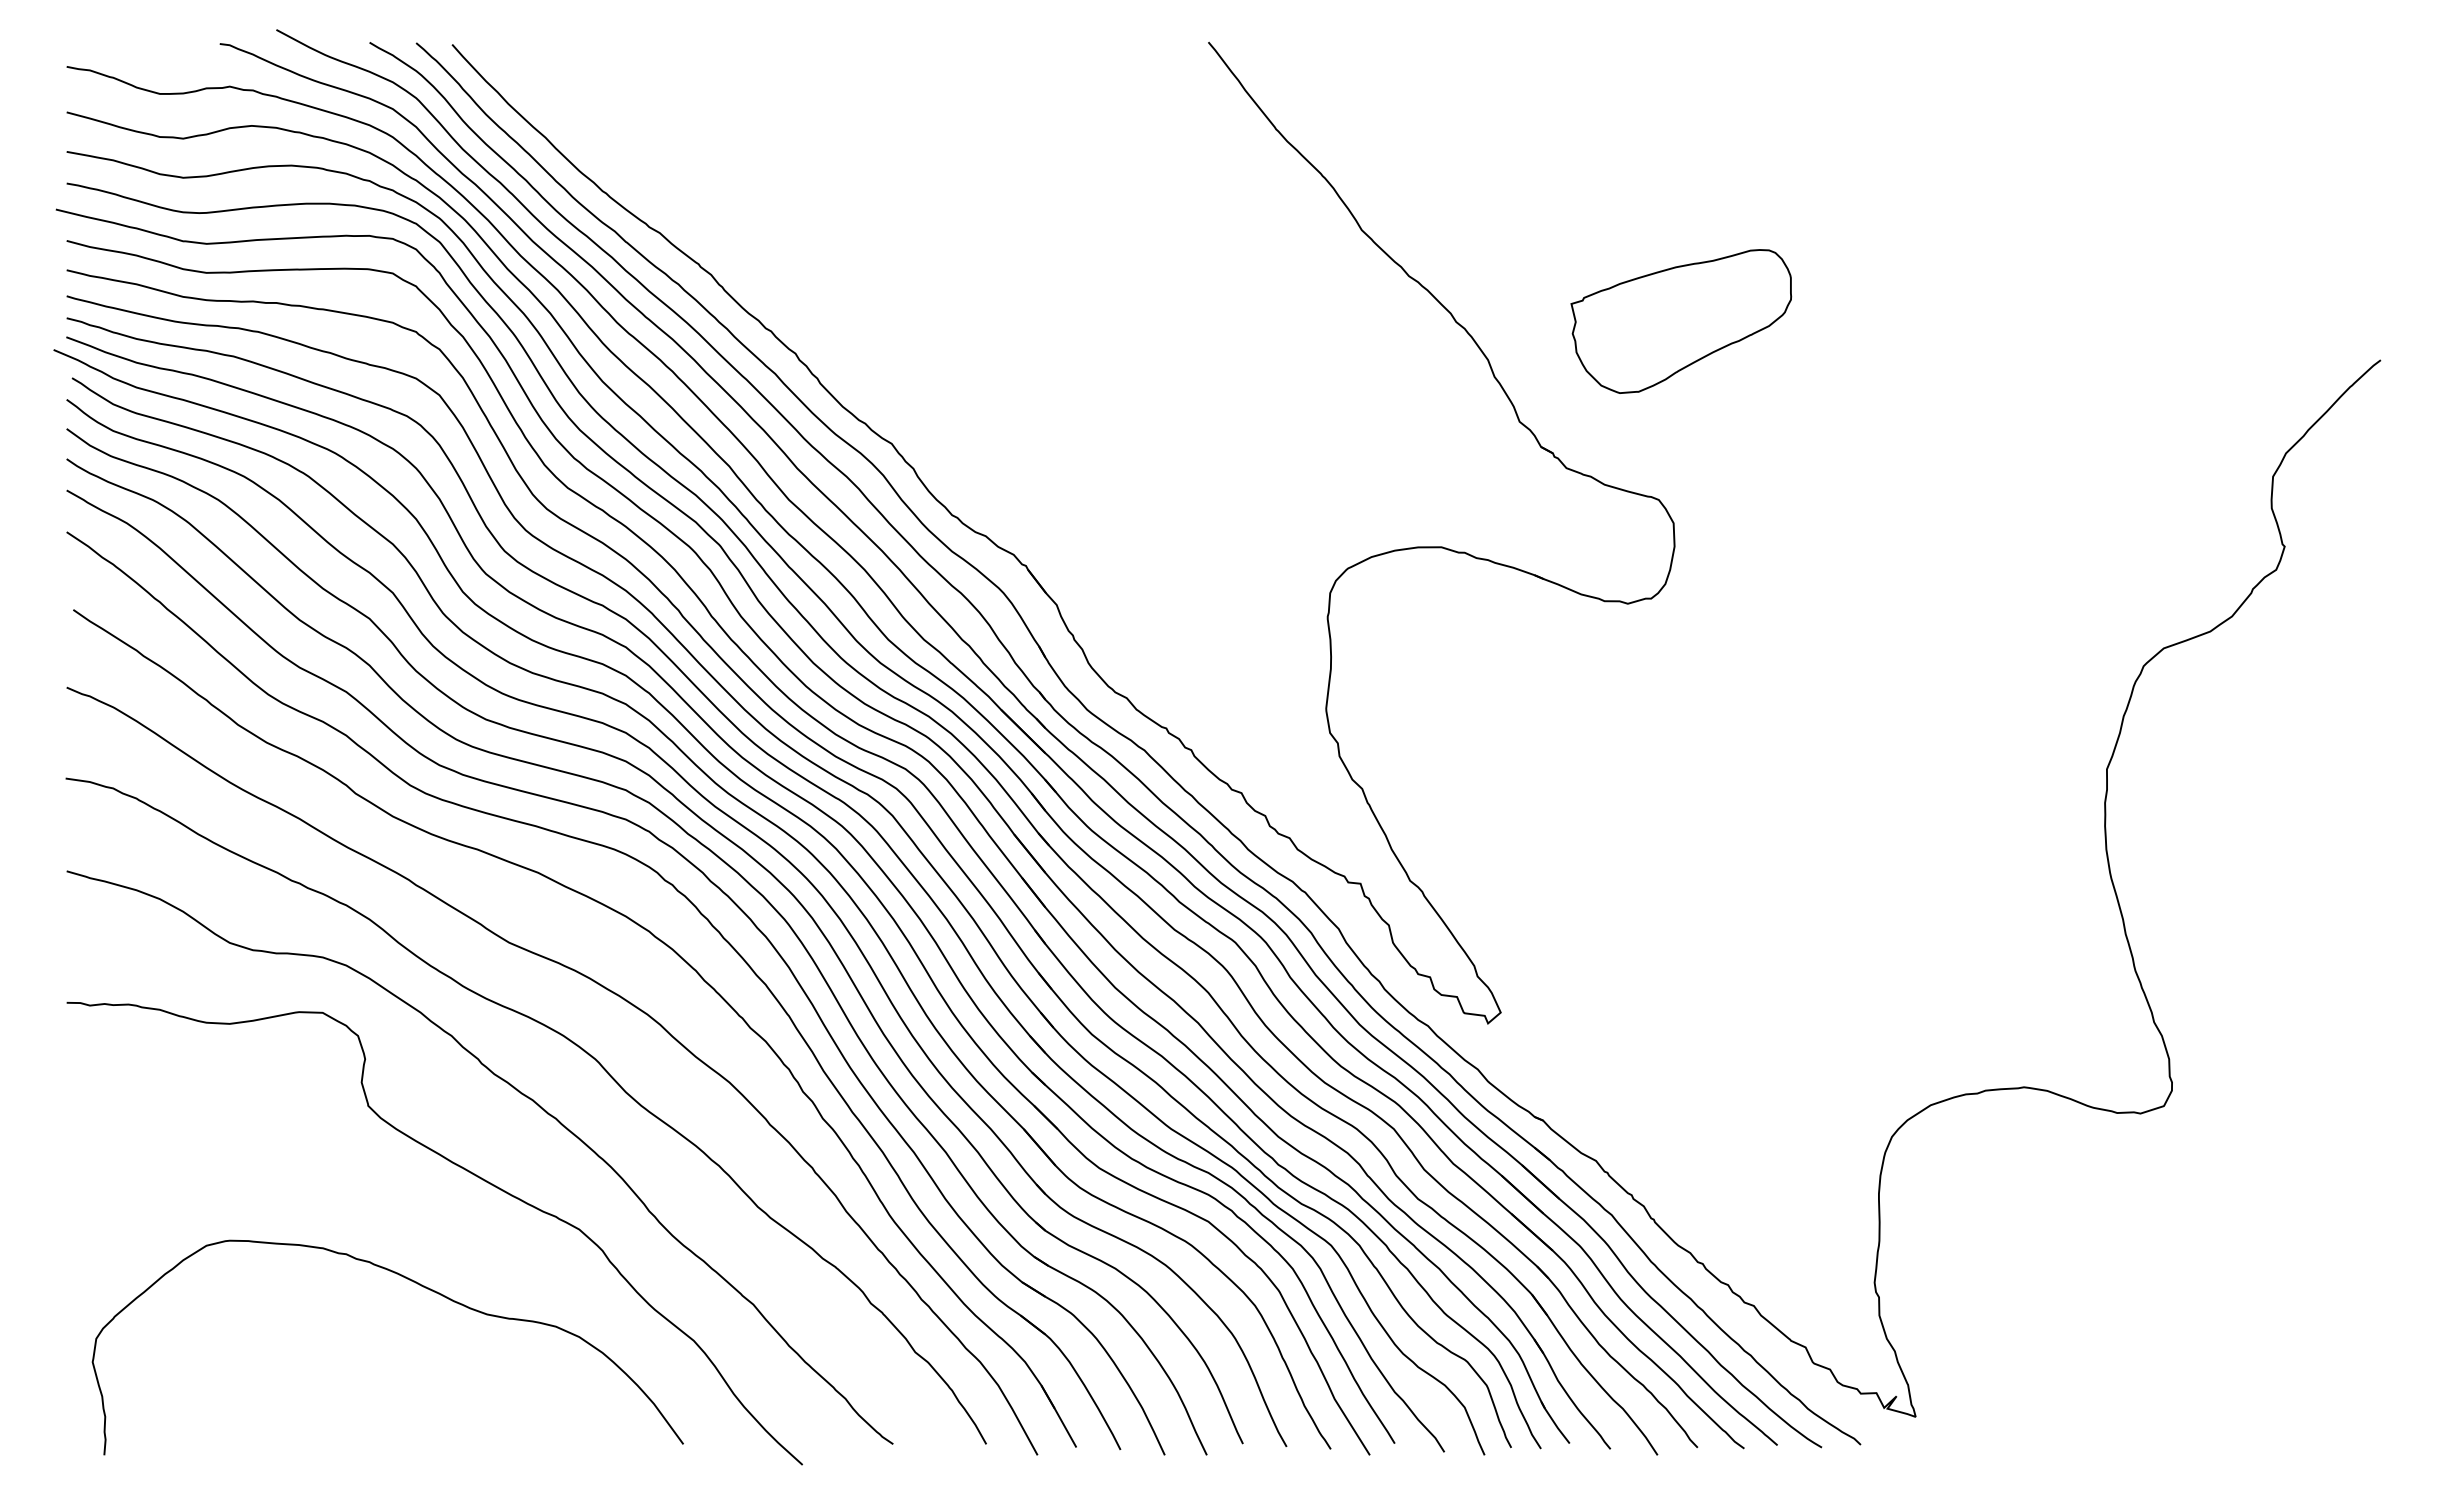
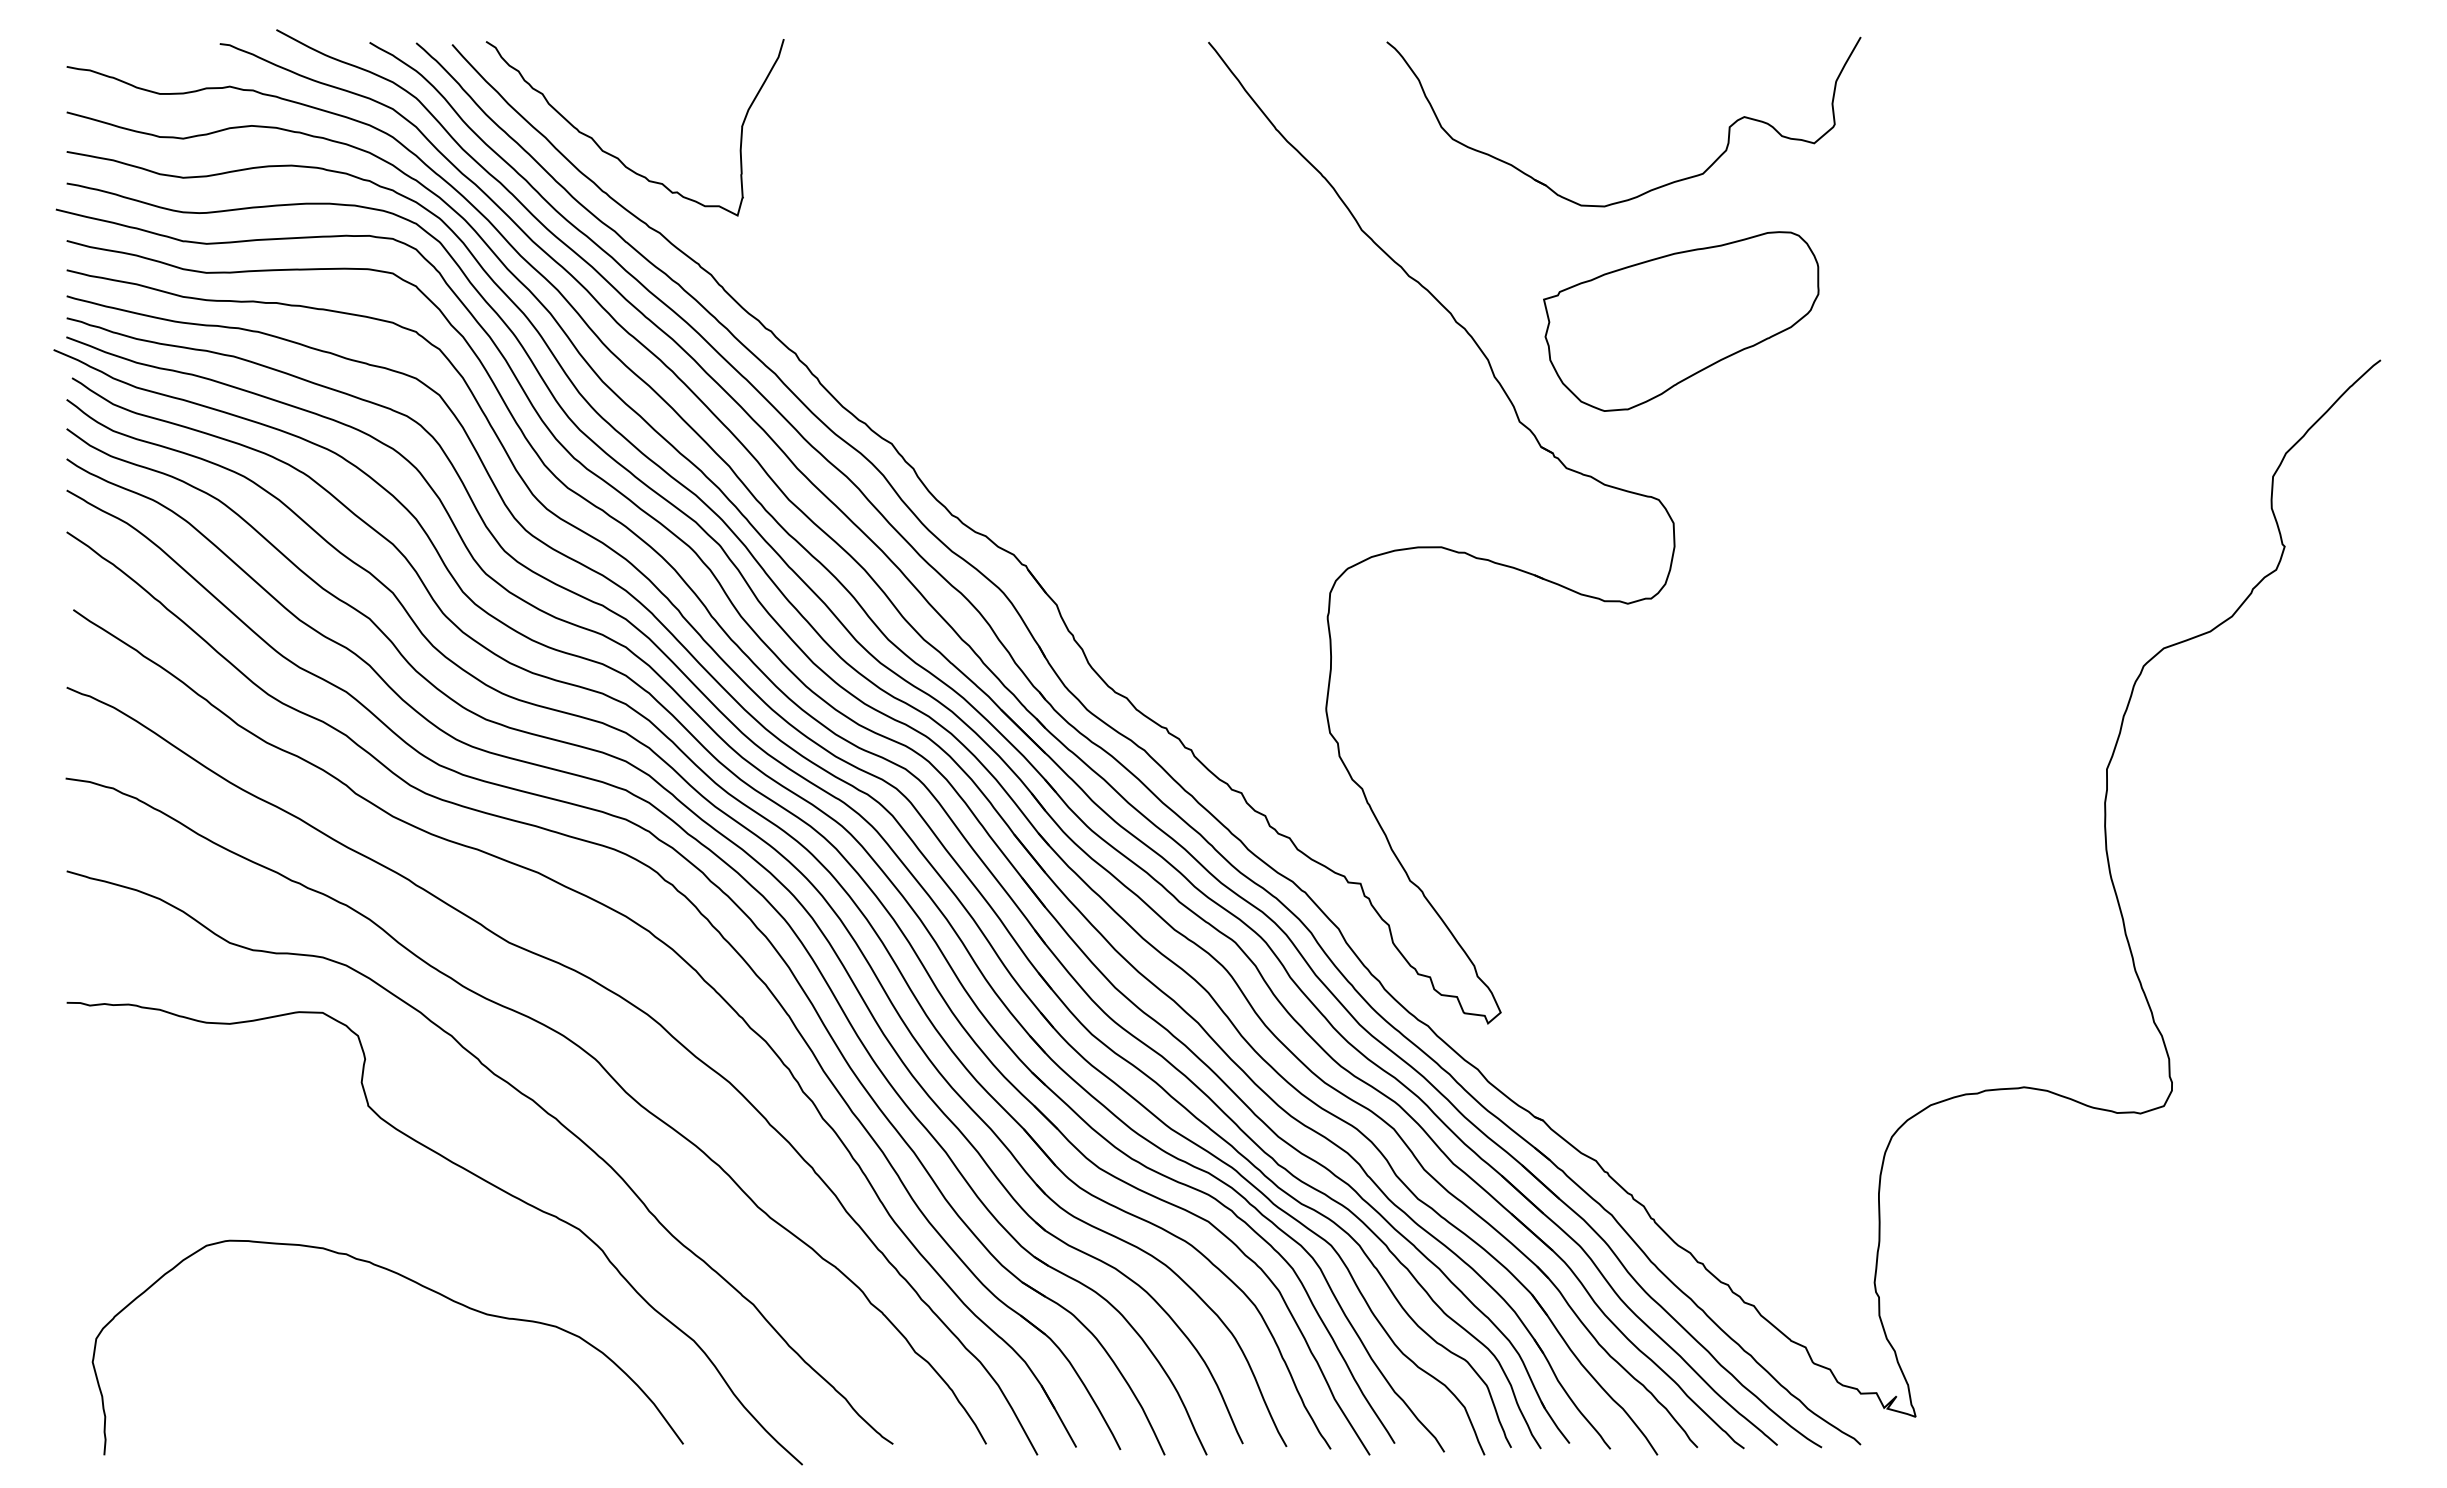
curve at (618, 157): none -> present
part at (1650, 189): none -> present
part at (1681, 321) size: 223x145 px -> 277x181 px
